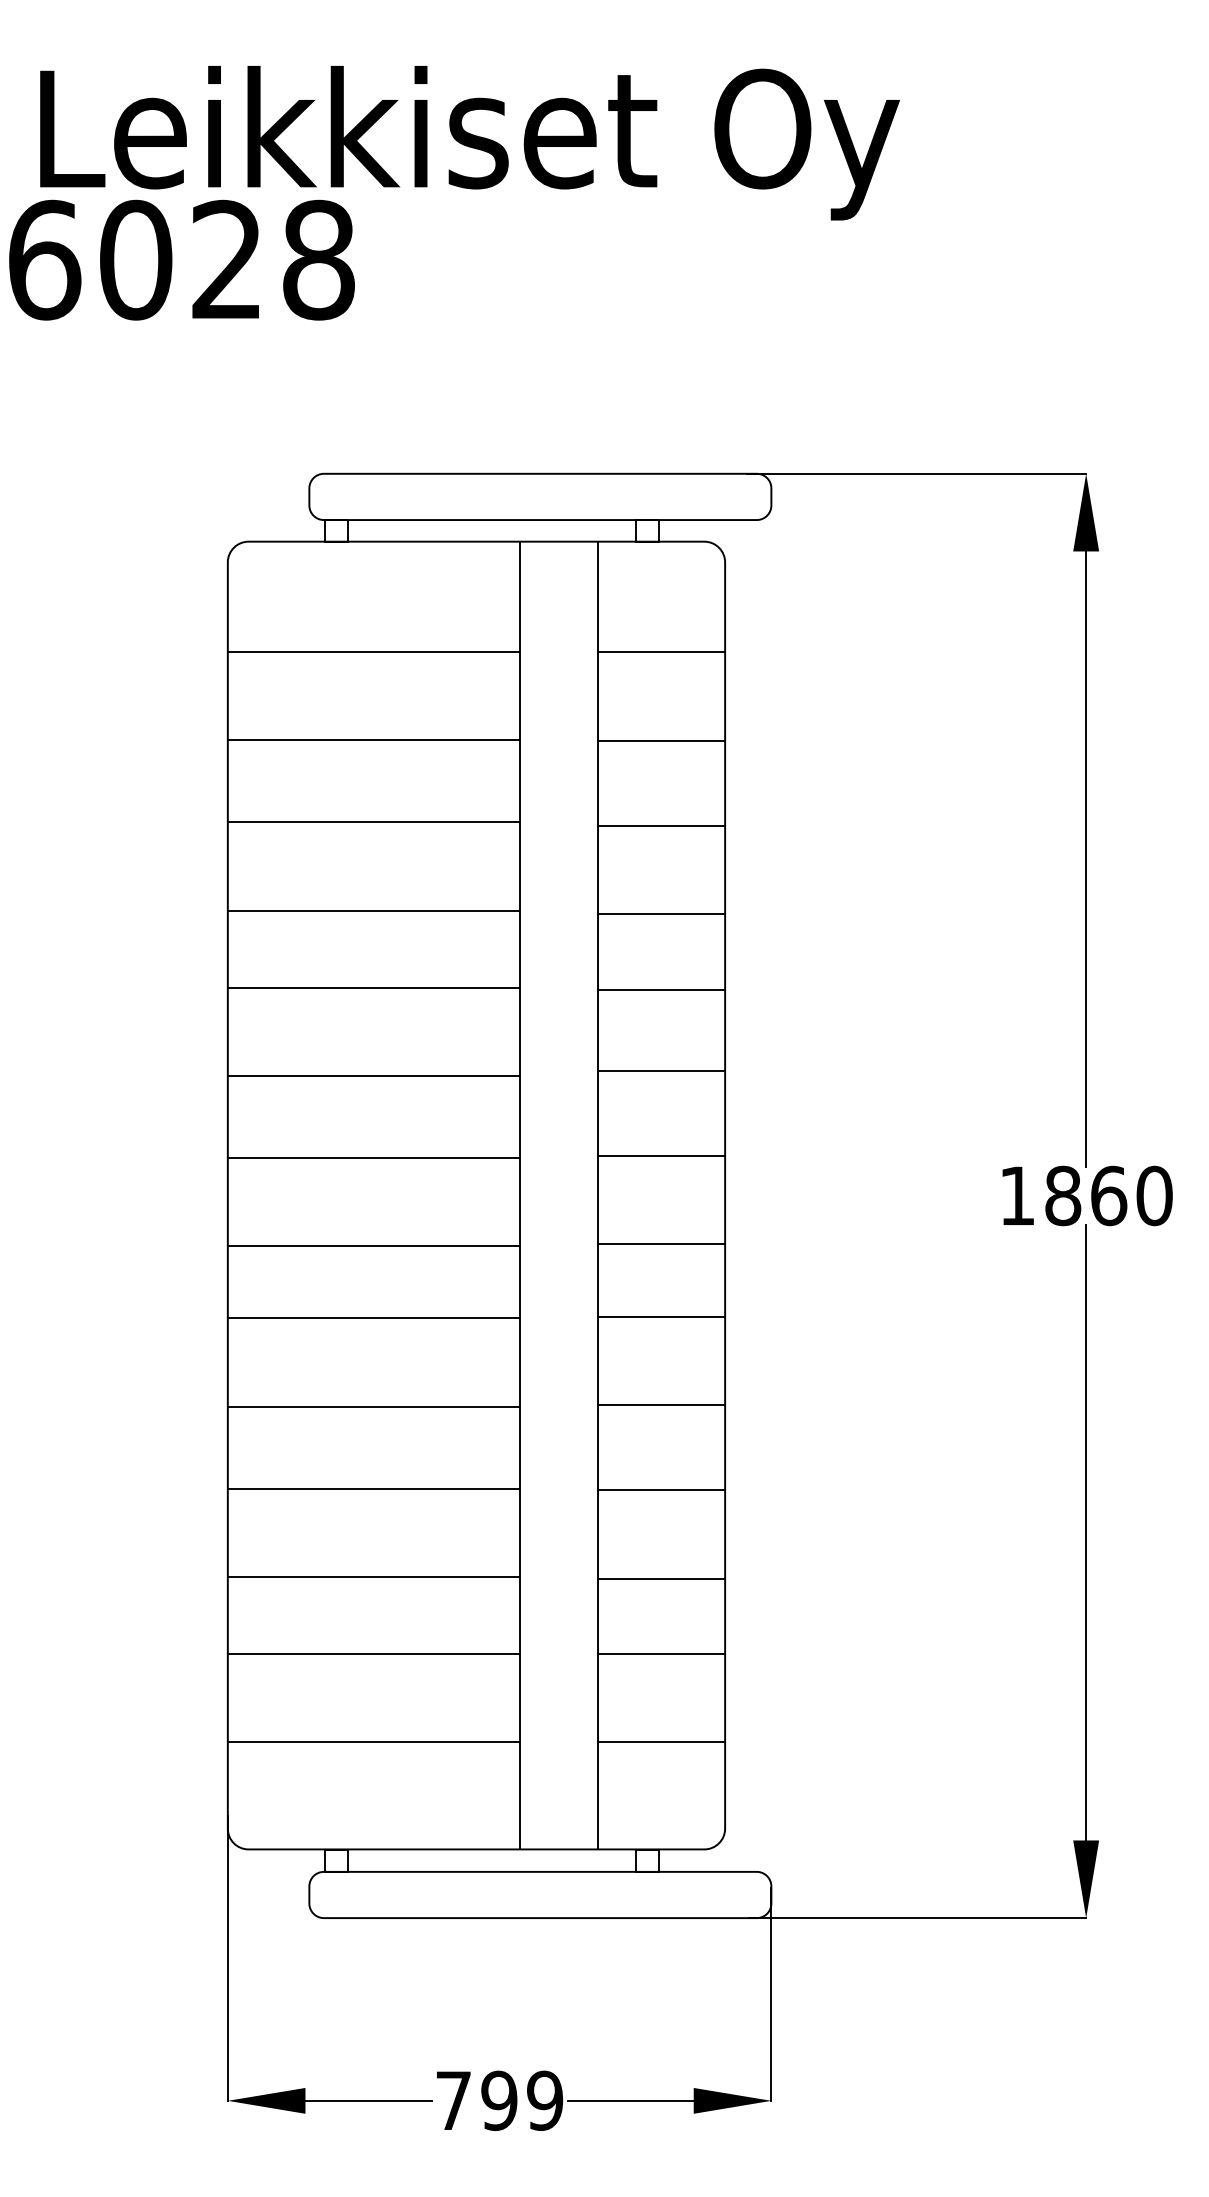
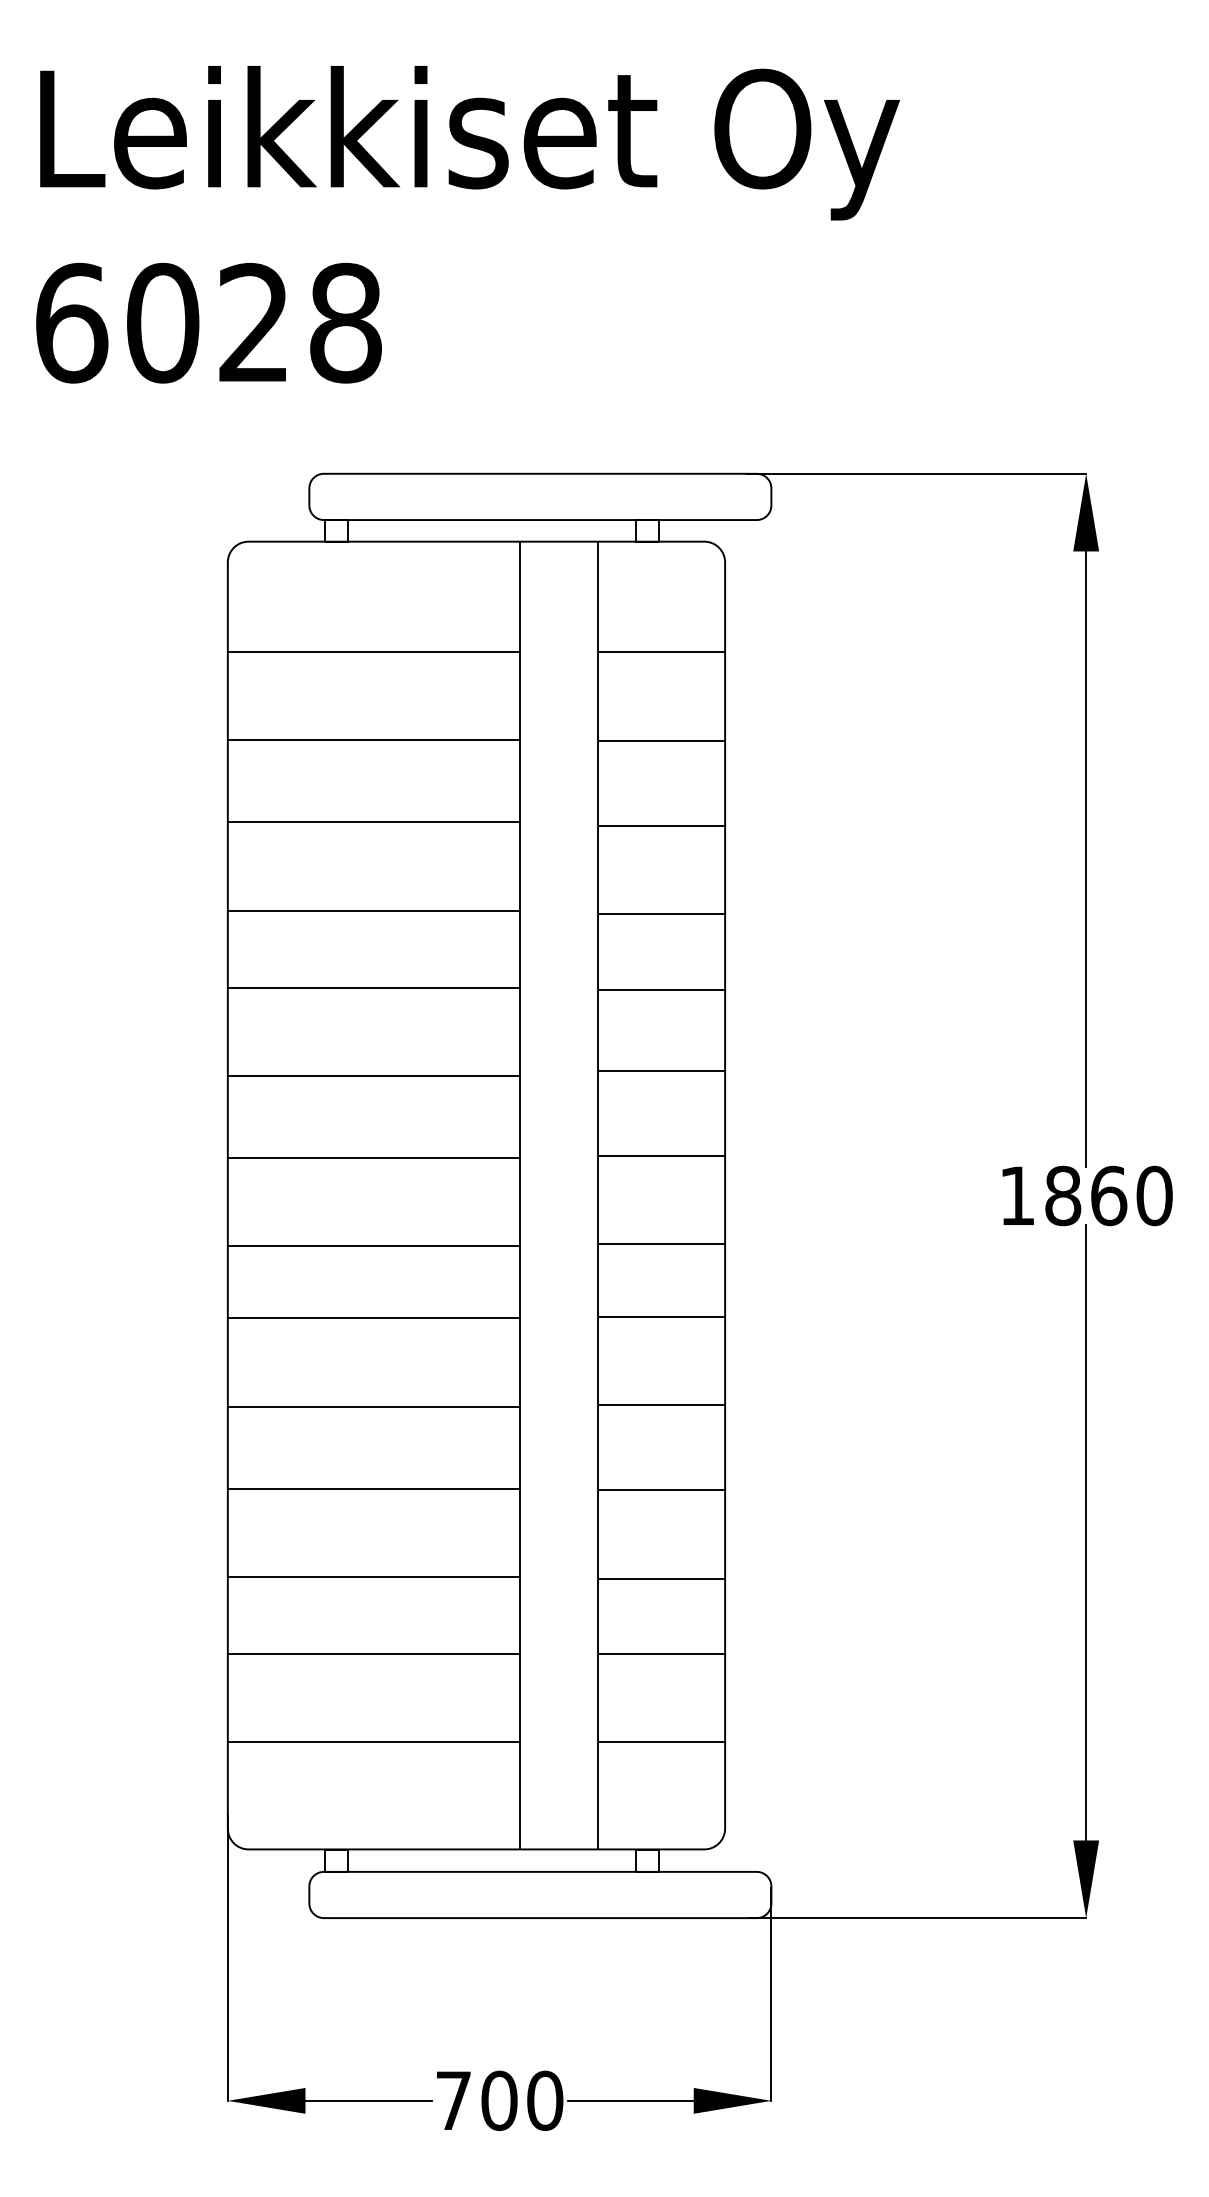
text at (181, 259) position: (181, 259) -> (208, 322)
text at (522, 2100): 799 -> 700
